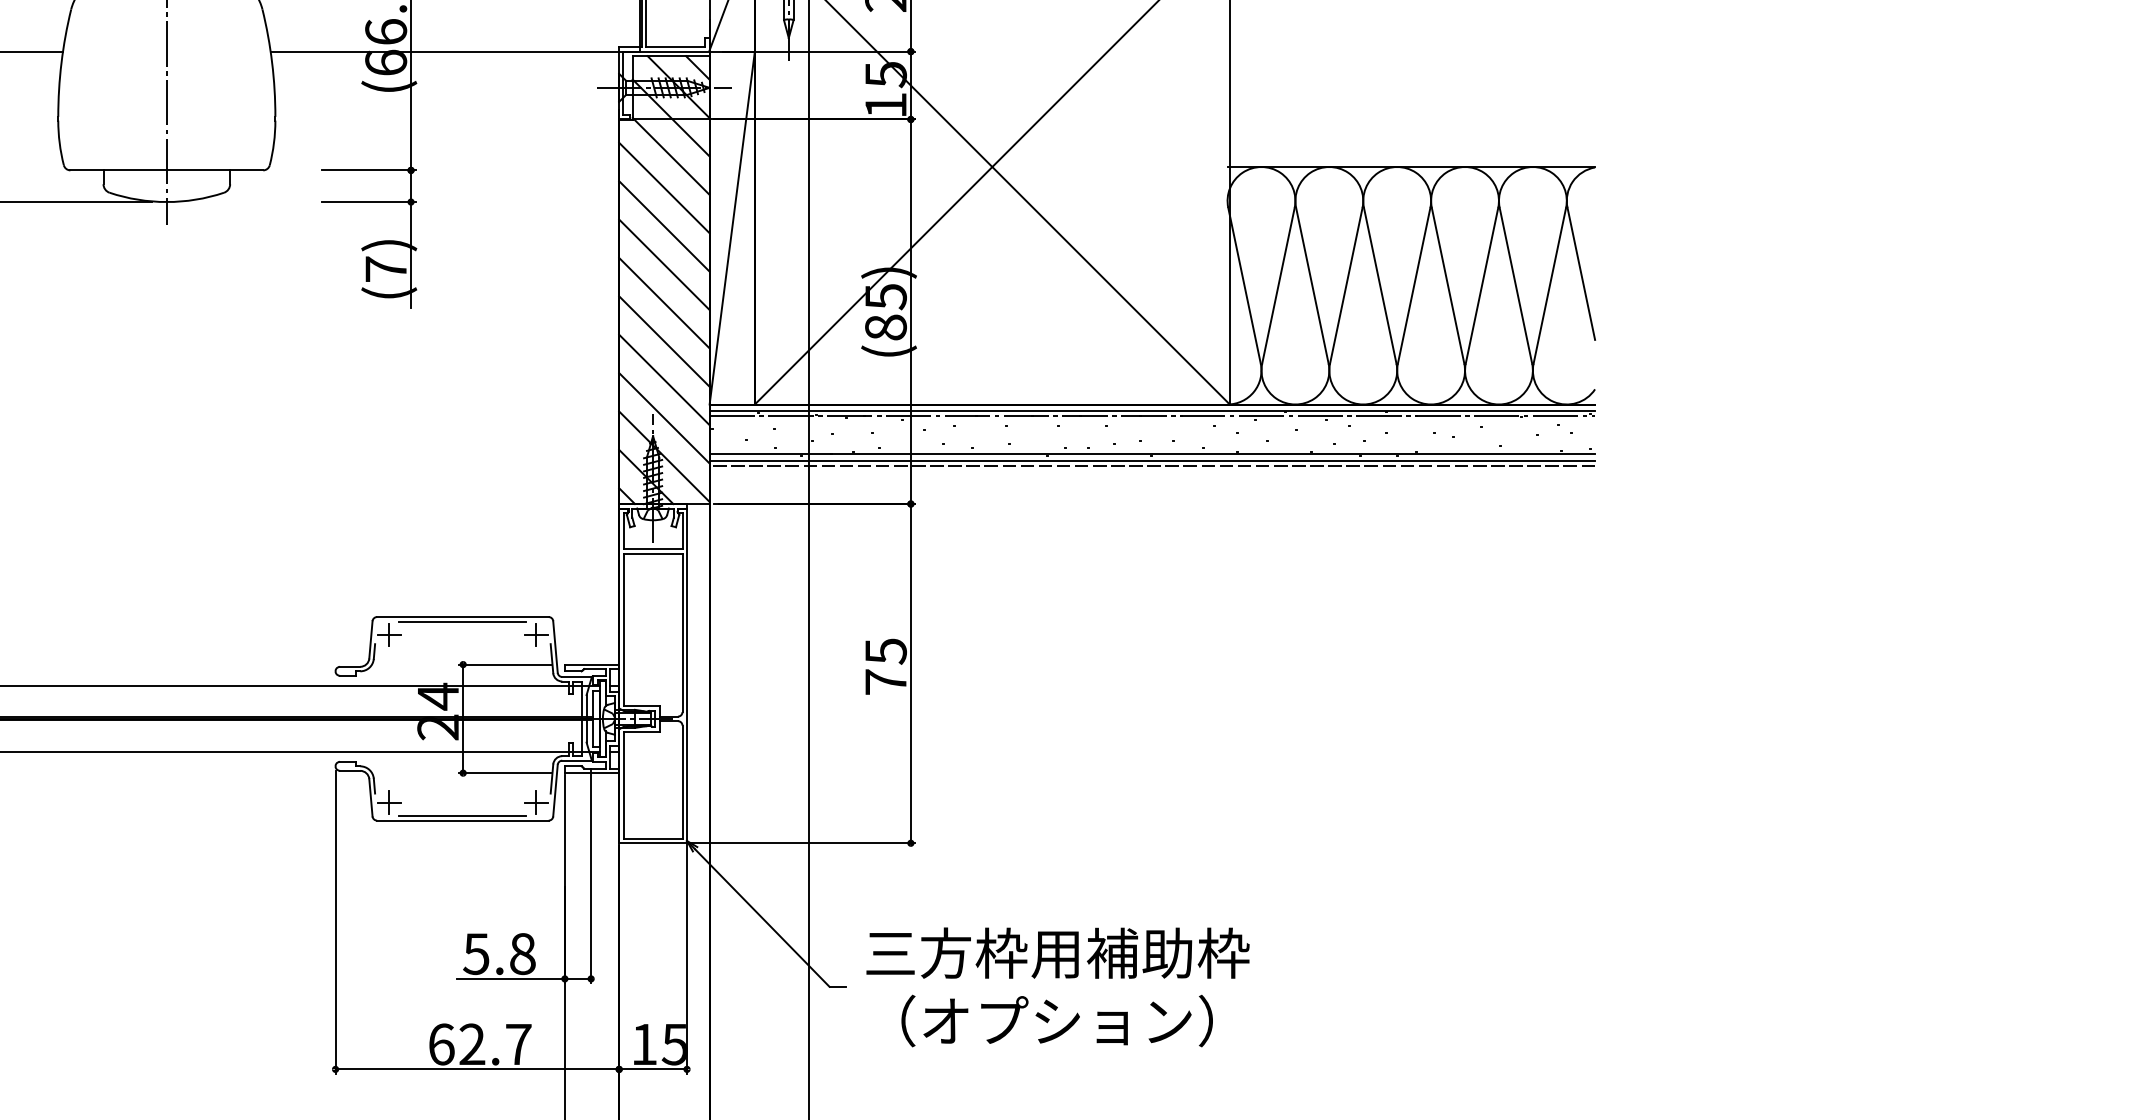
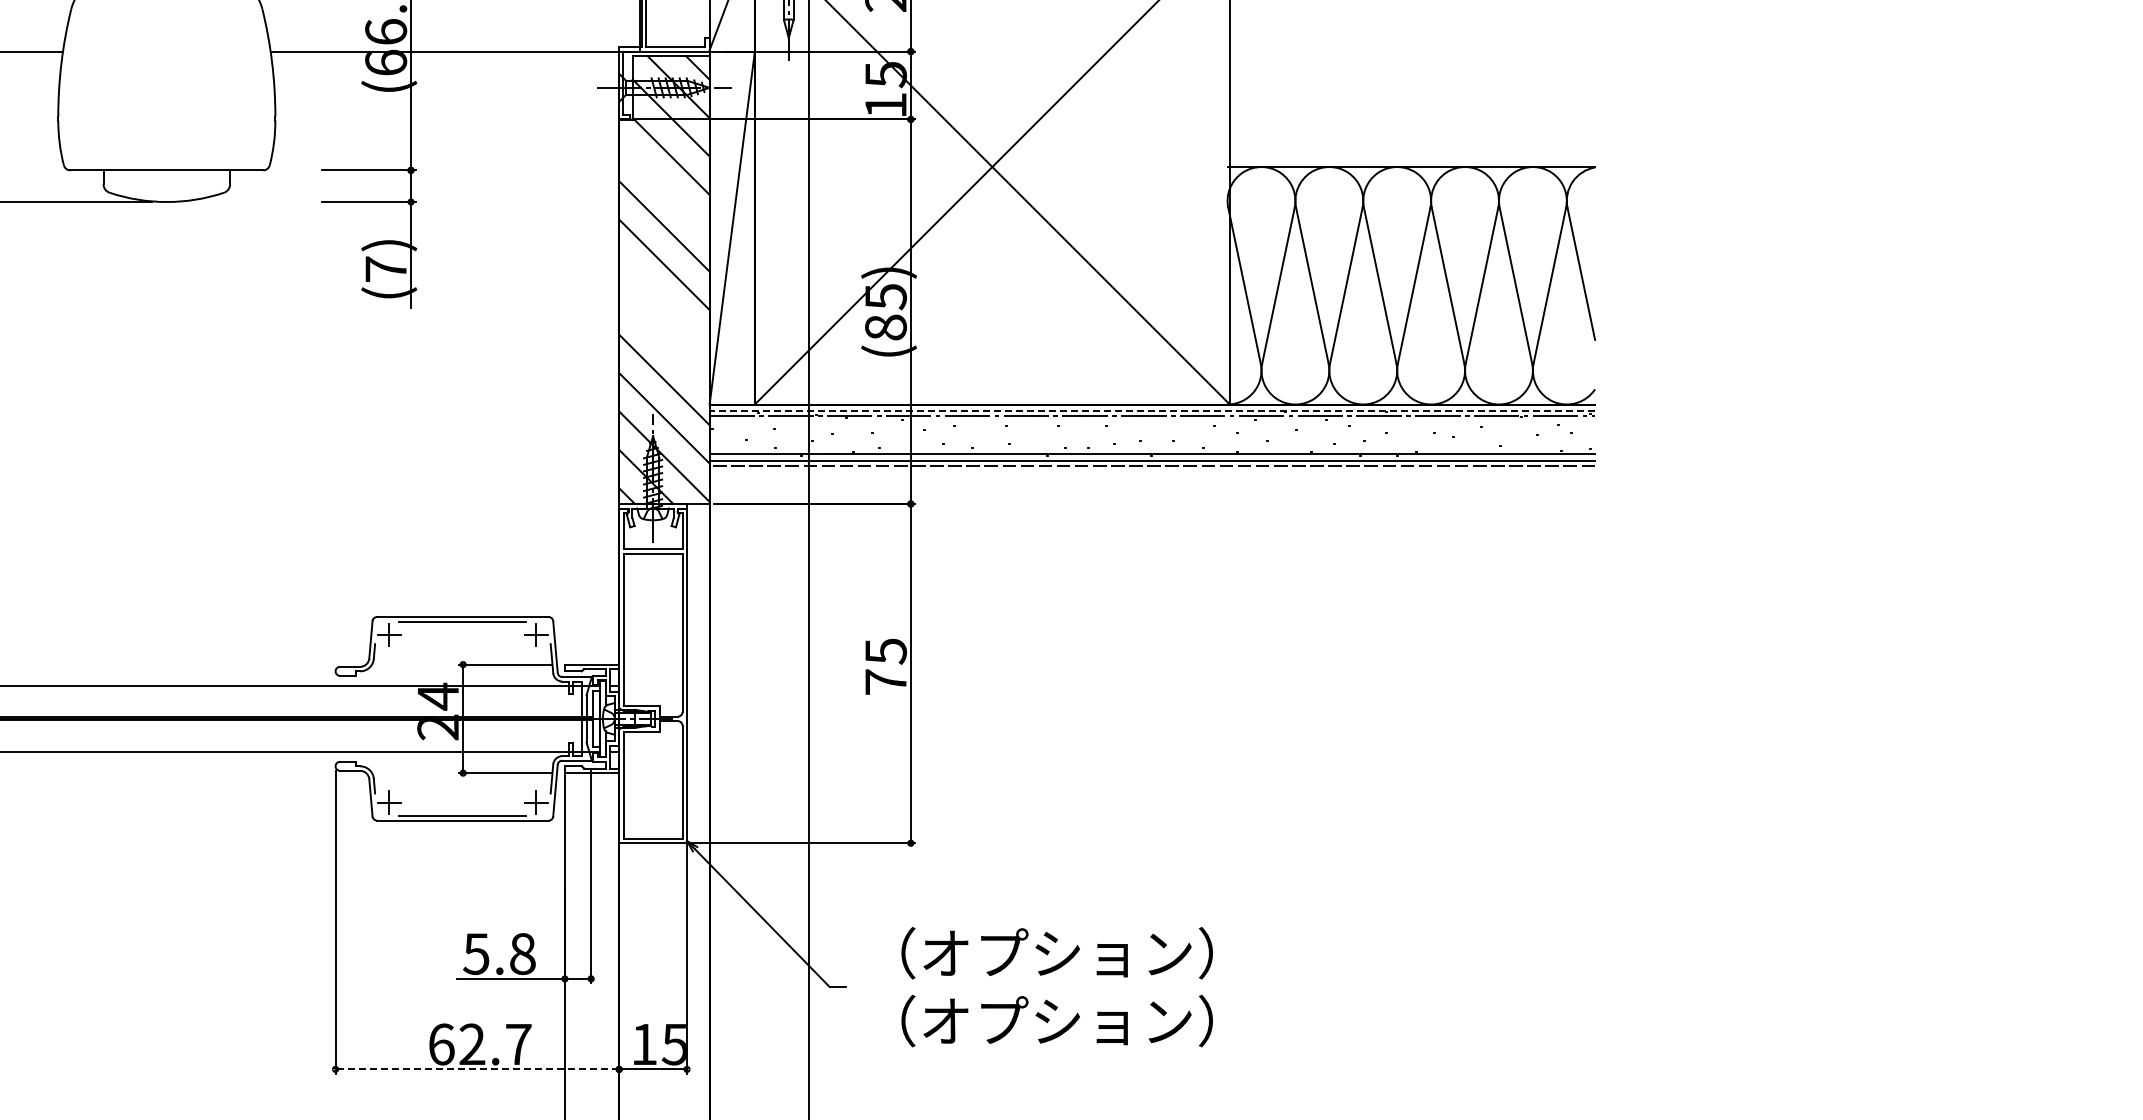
line at (166, 113): present -> none
line at (664, 187): present -> none
line at (664, 302): present -> none
line at (664, 341): present -> none
line at (1152, 411): solid -> dashed
text at (1057, 953): 三方枠用補助枠 -> （オプション）
line at (477, 1069): solid -> dashed
